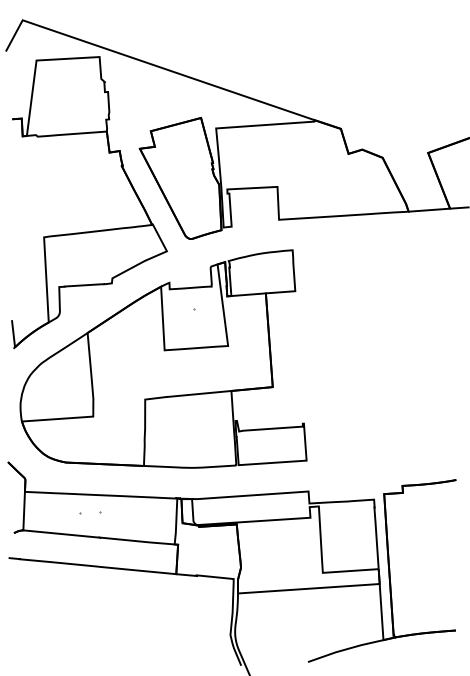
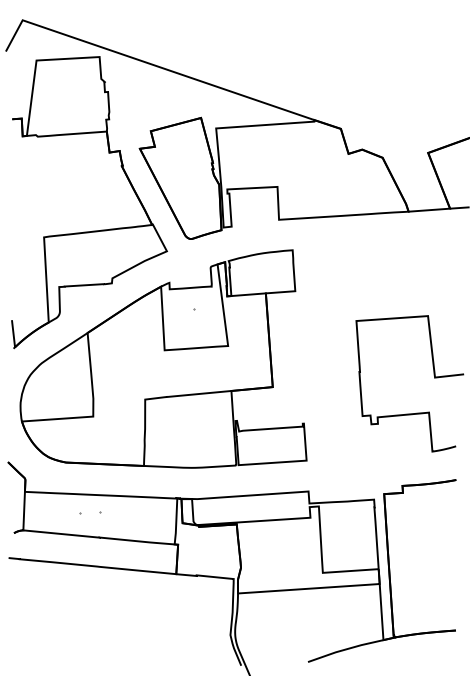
curve at (433, 375): none -> present
